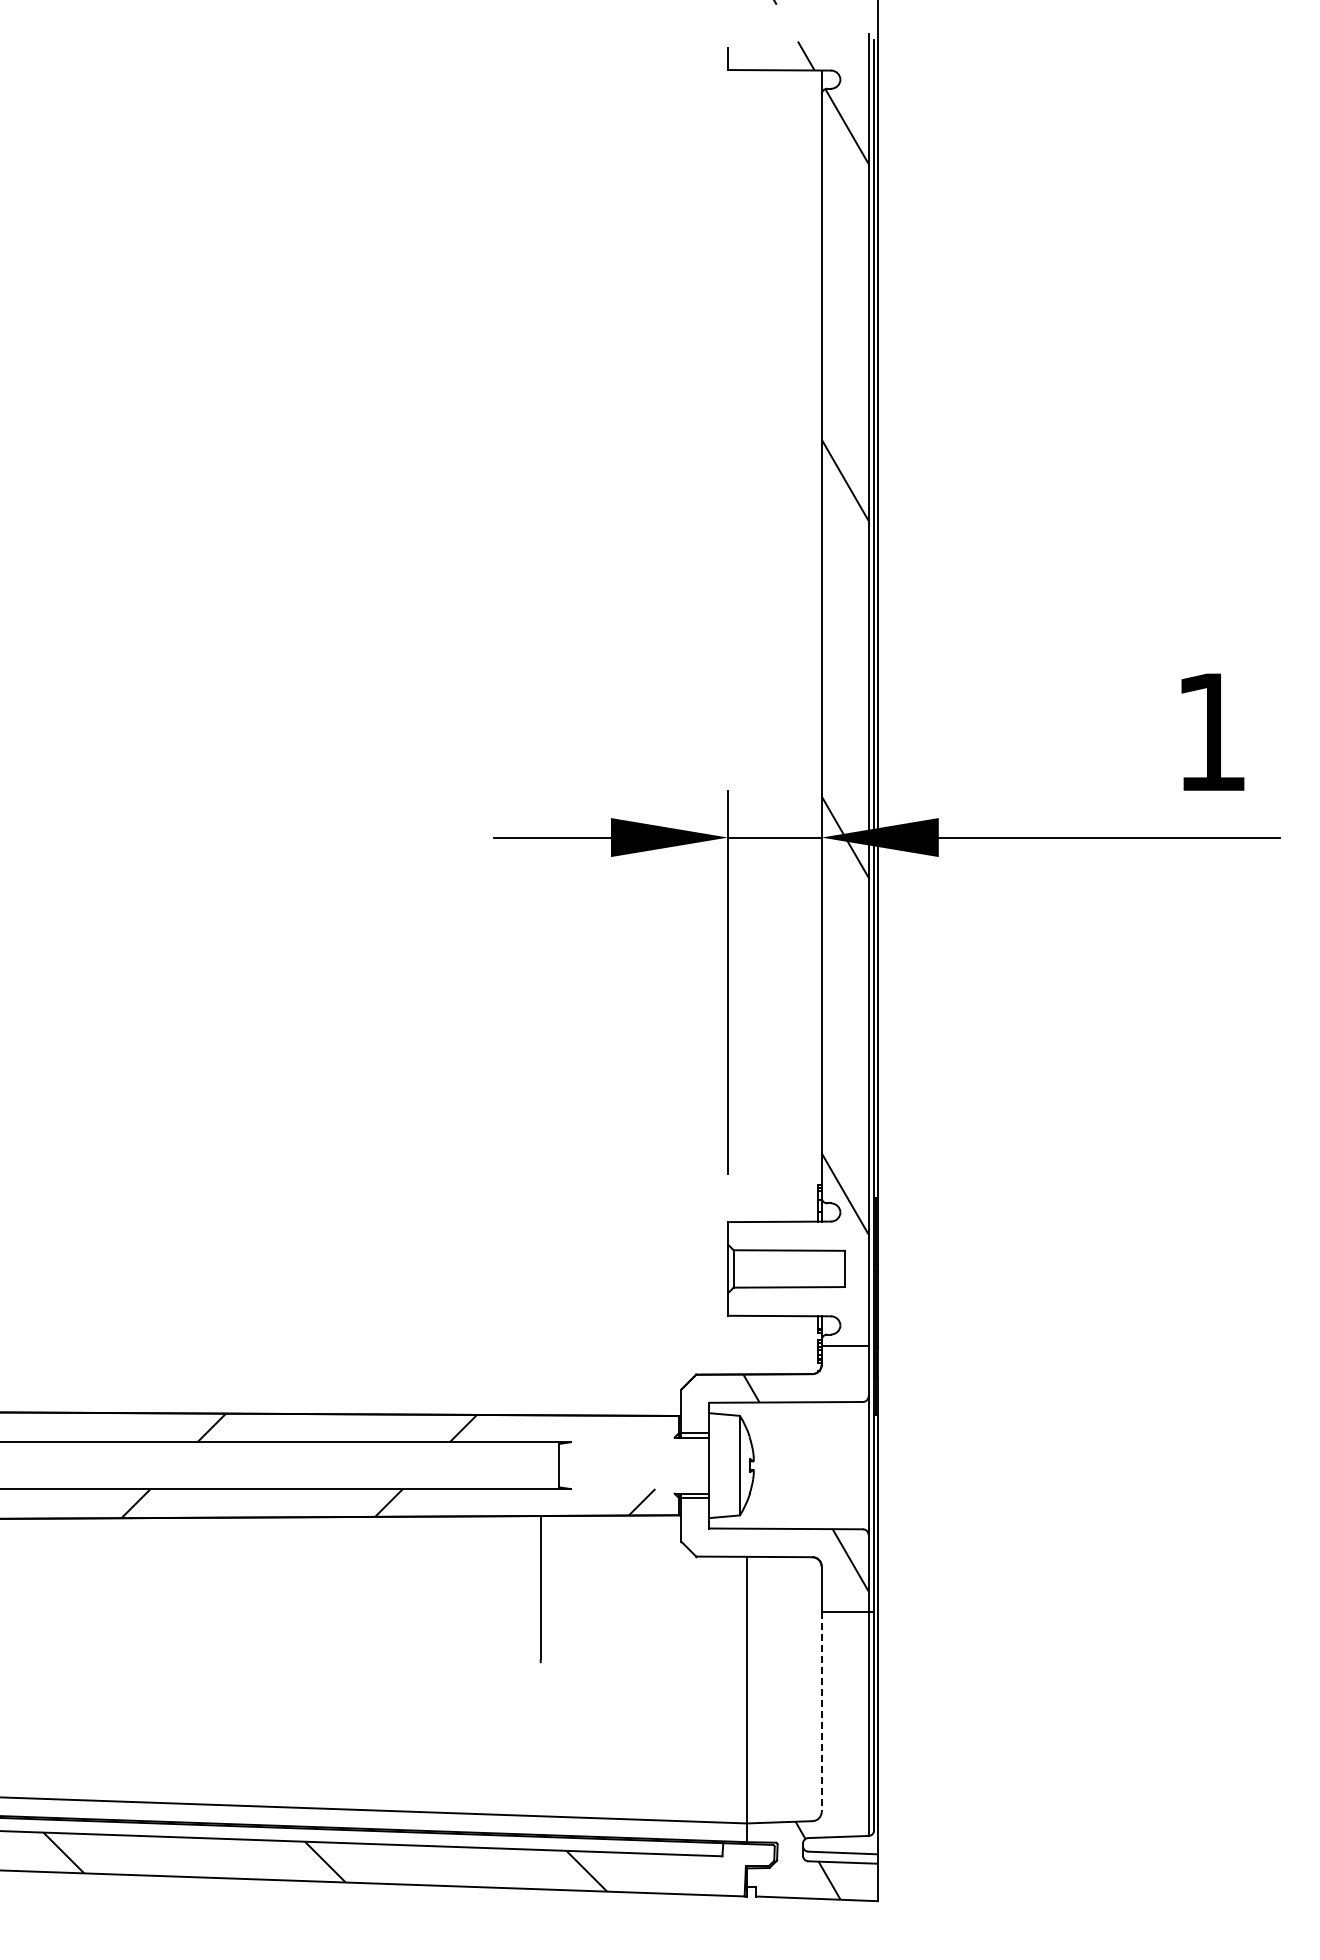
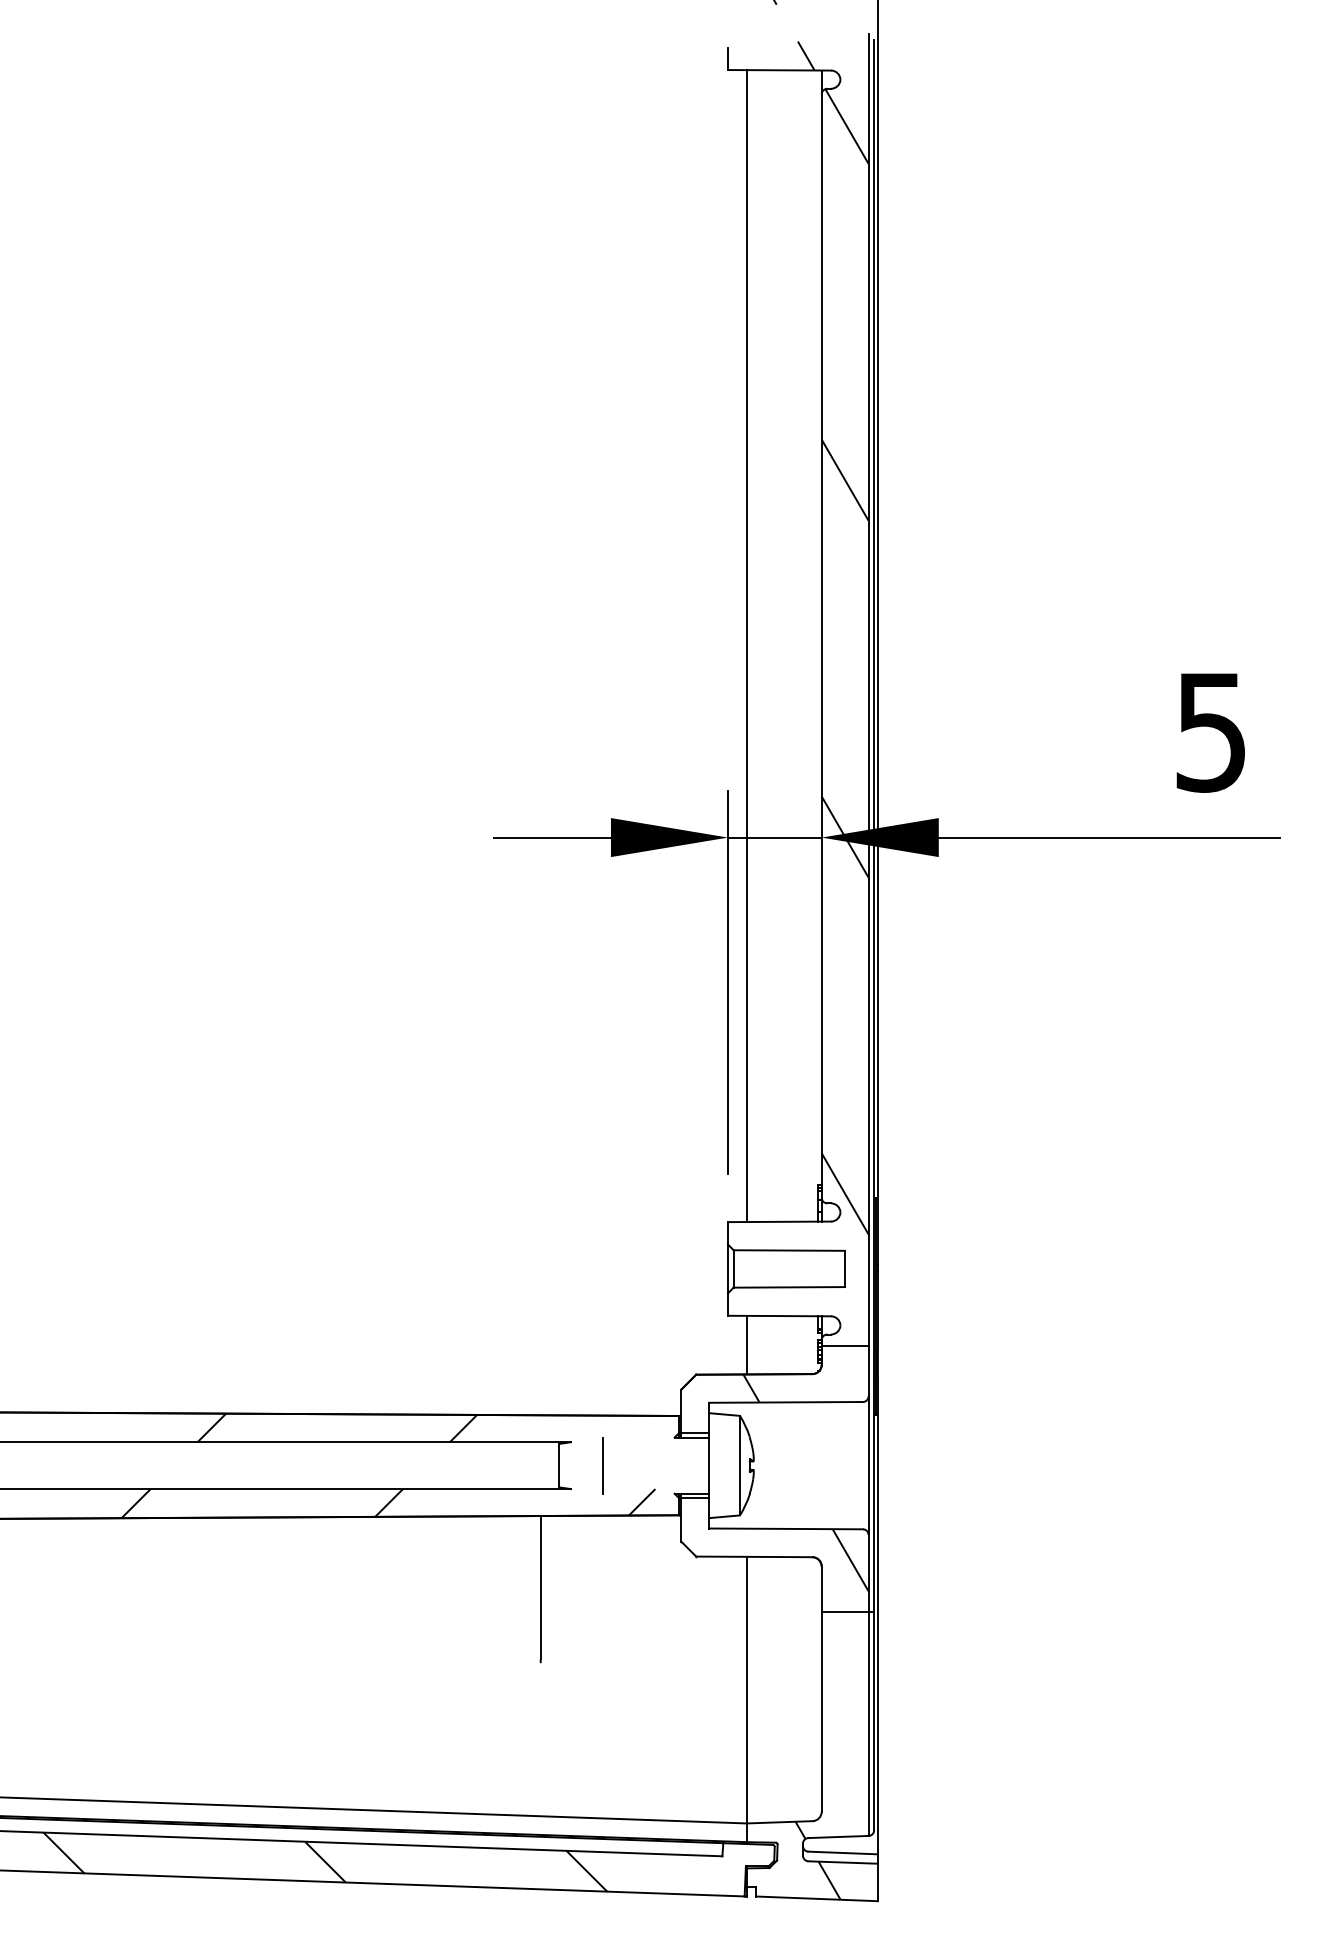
line at (746, 646): none -> present
text at (1210, 732): 1 -> 5
line at (746, 1344): none -> present
line at (602, 1465): none -> present
line at (821, 1711): dashed -> solid
